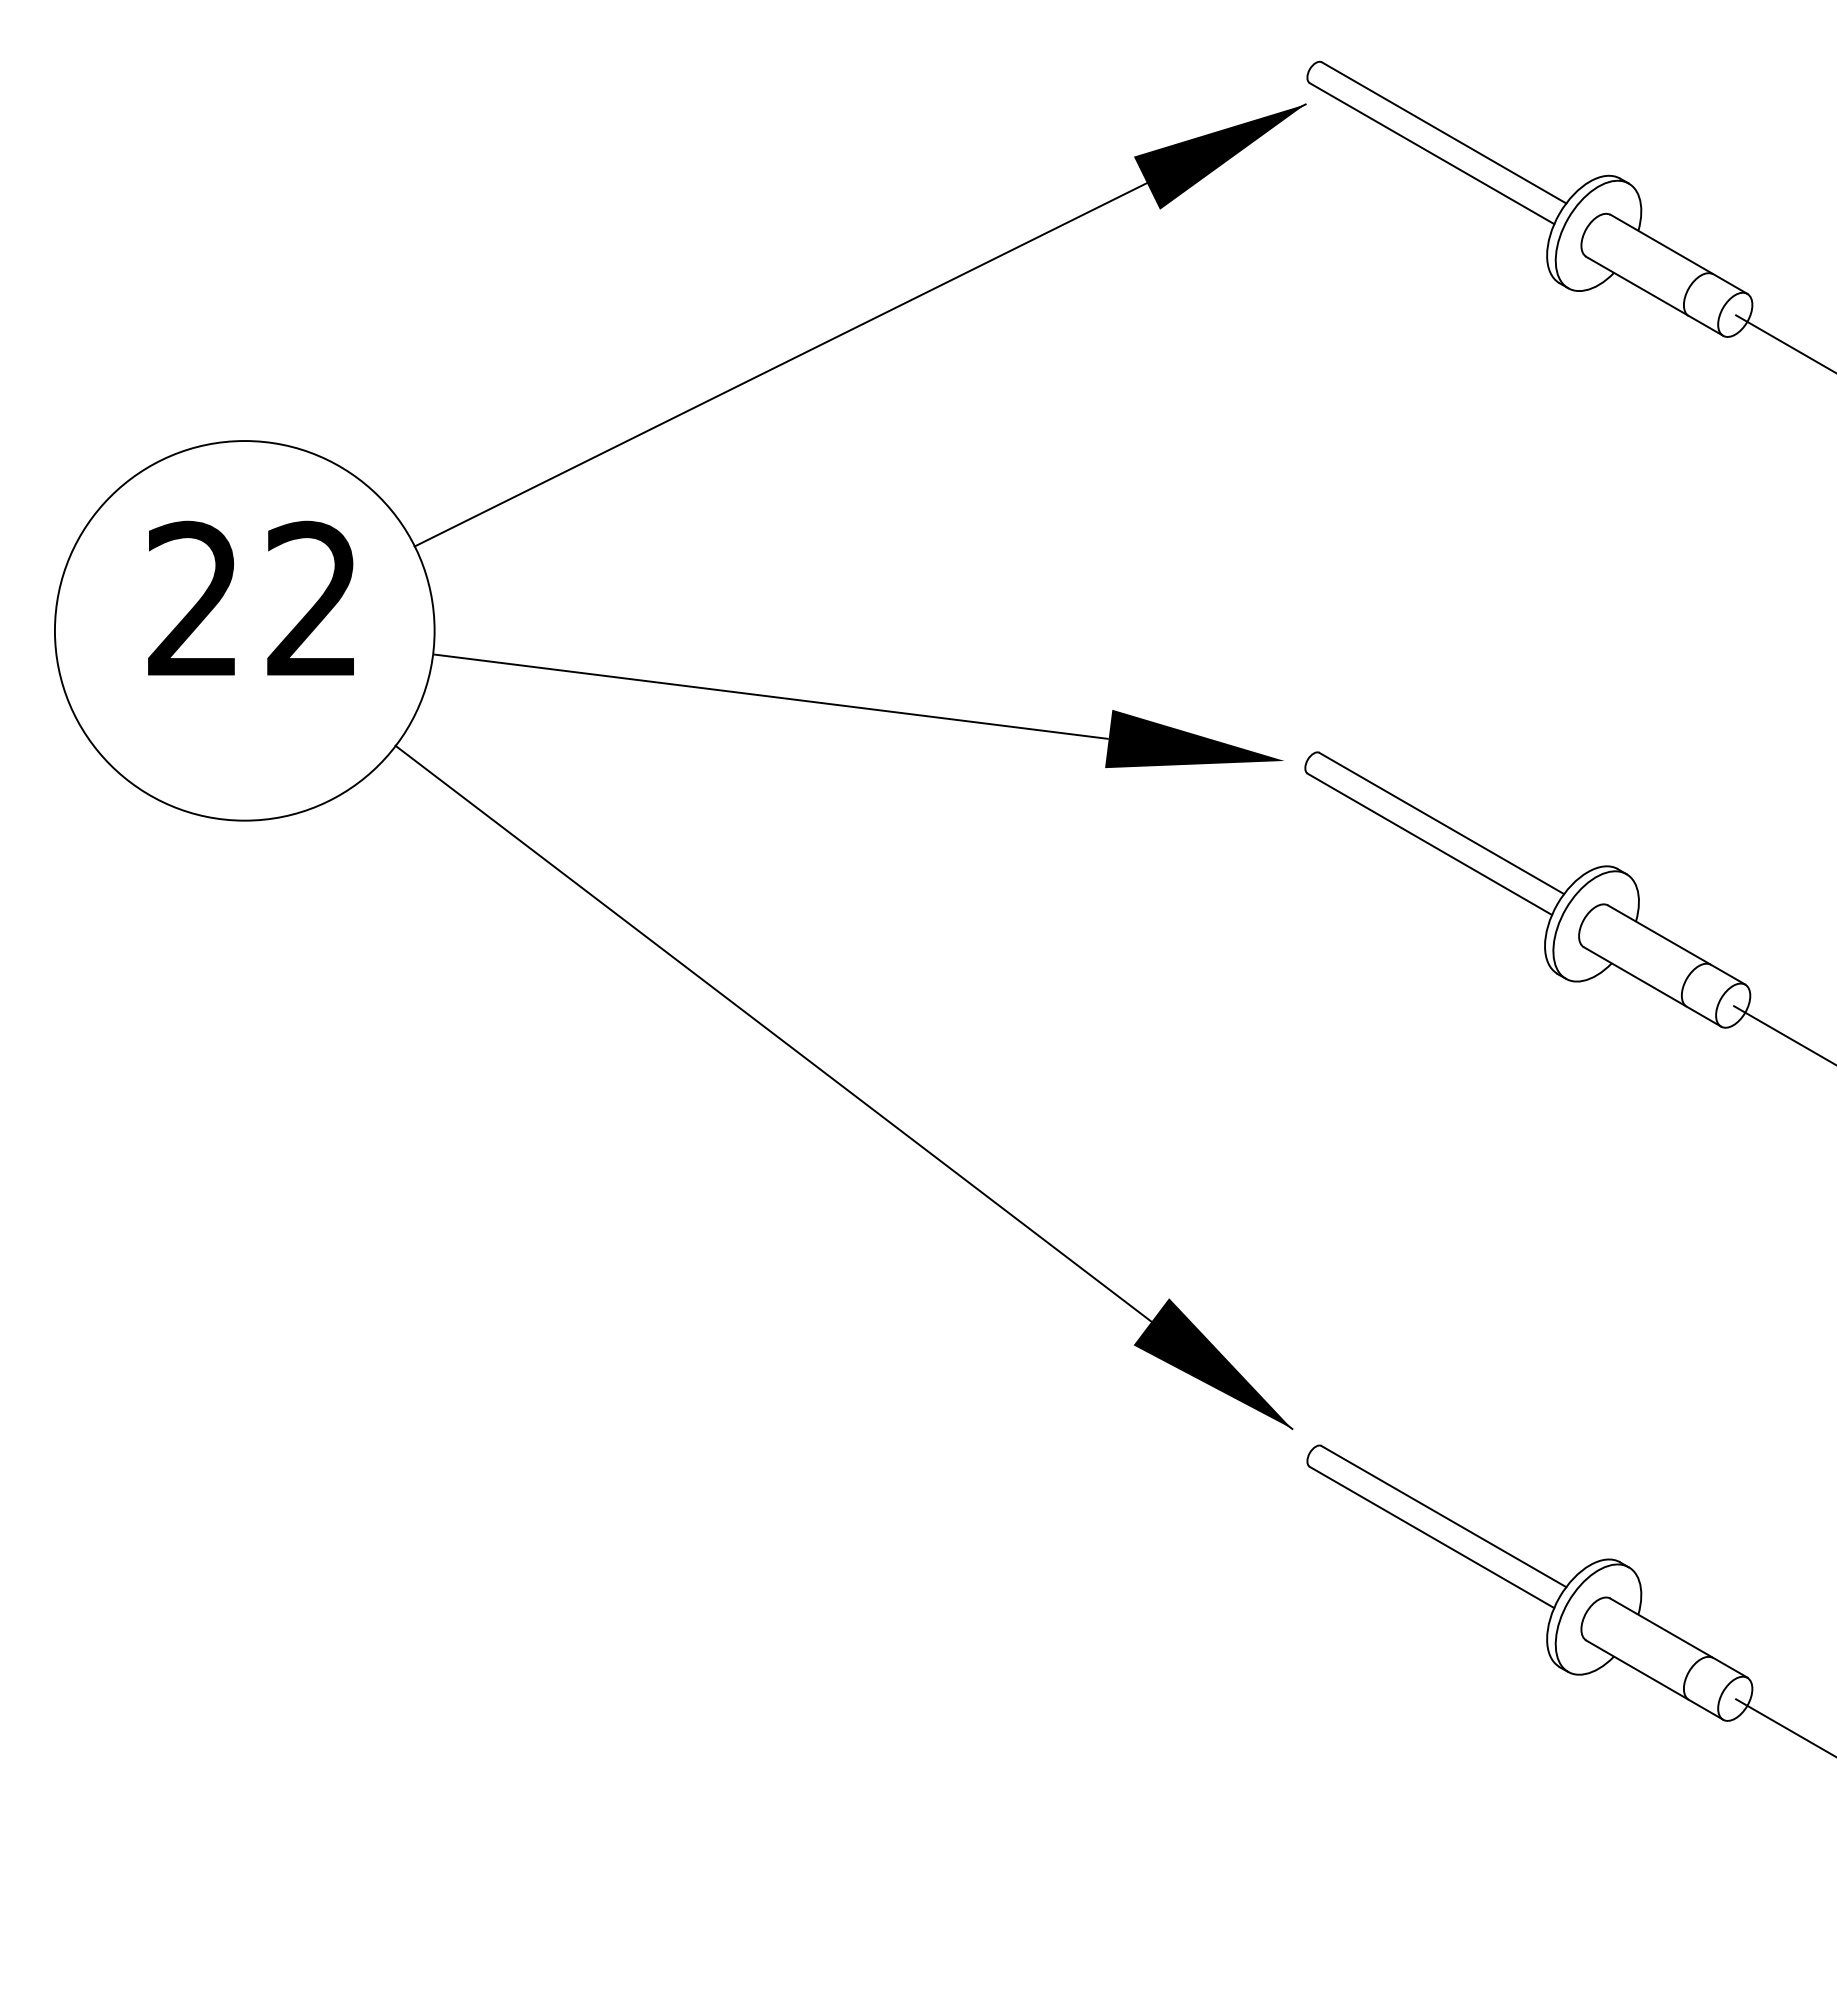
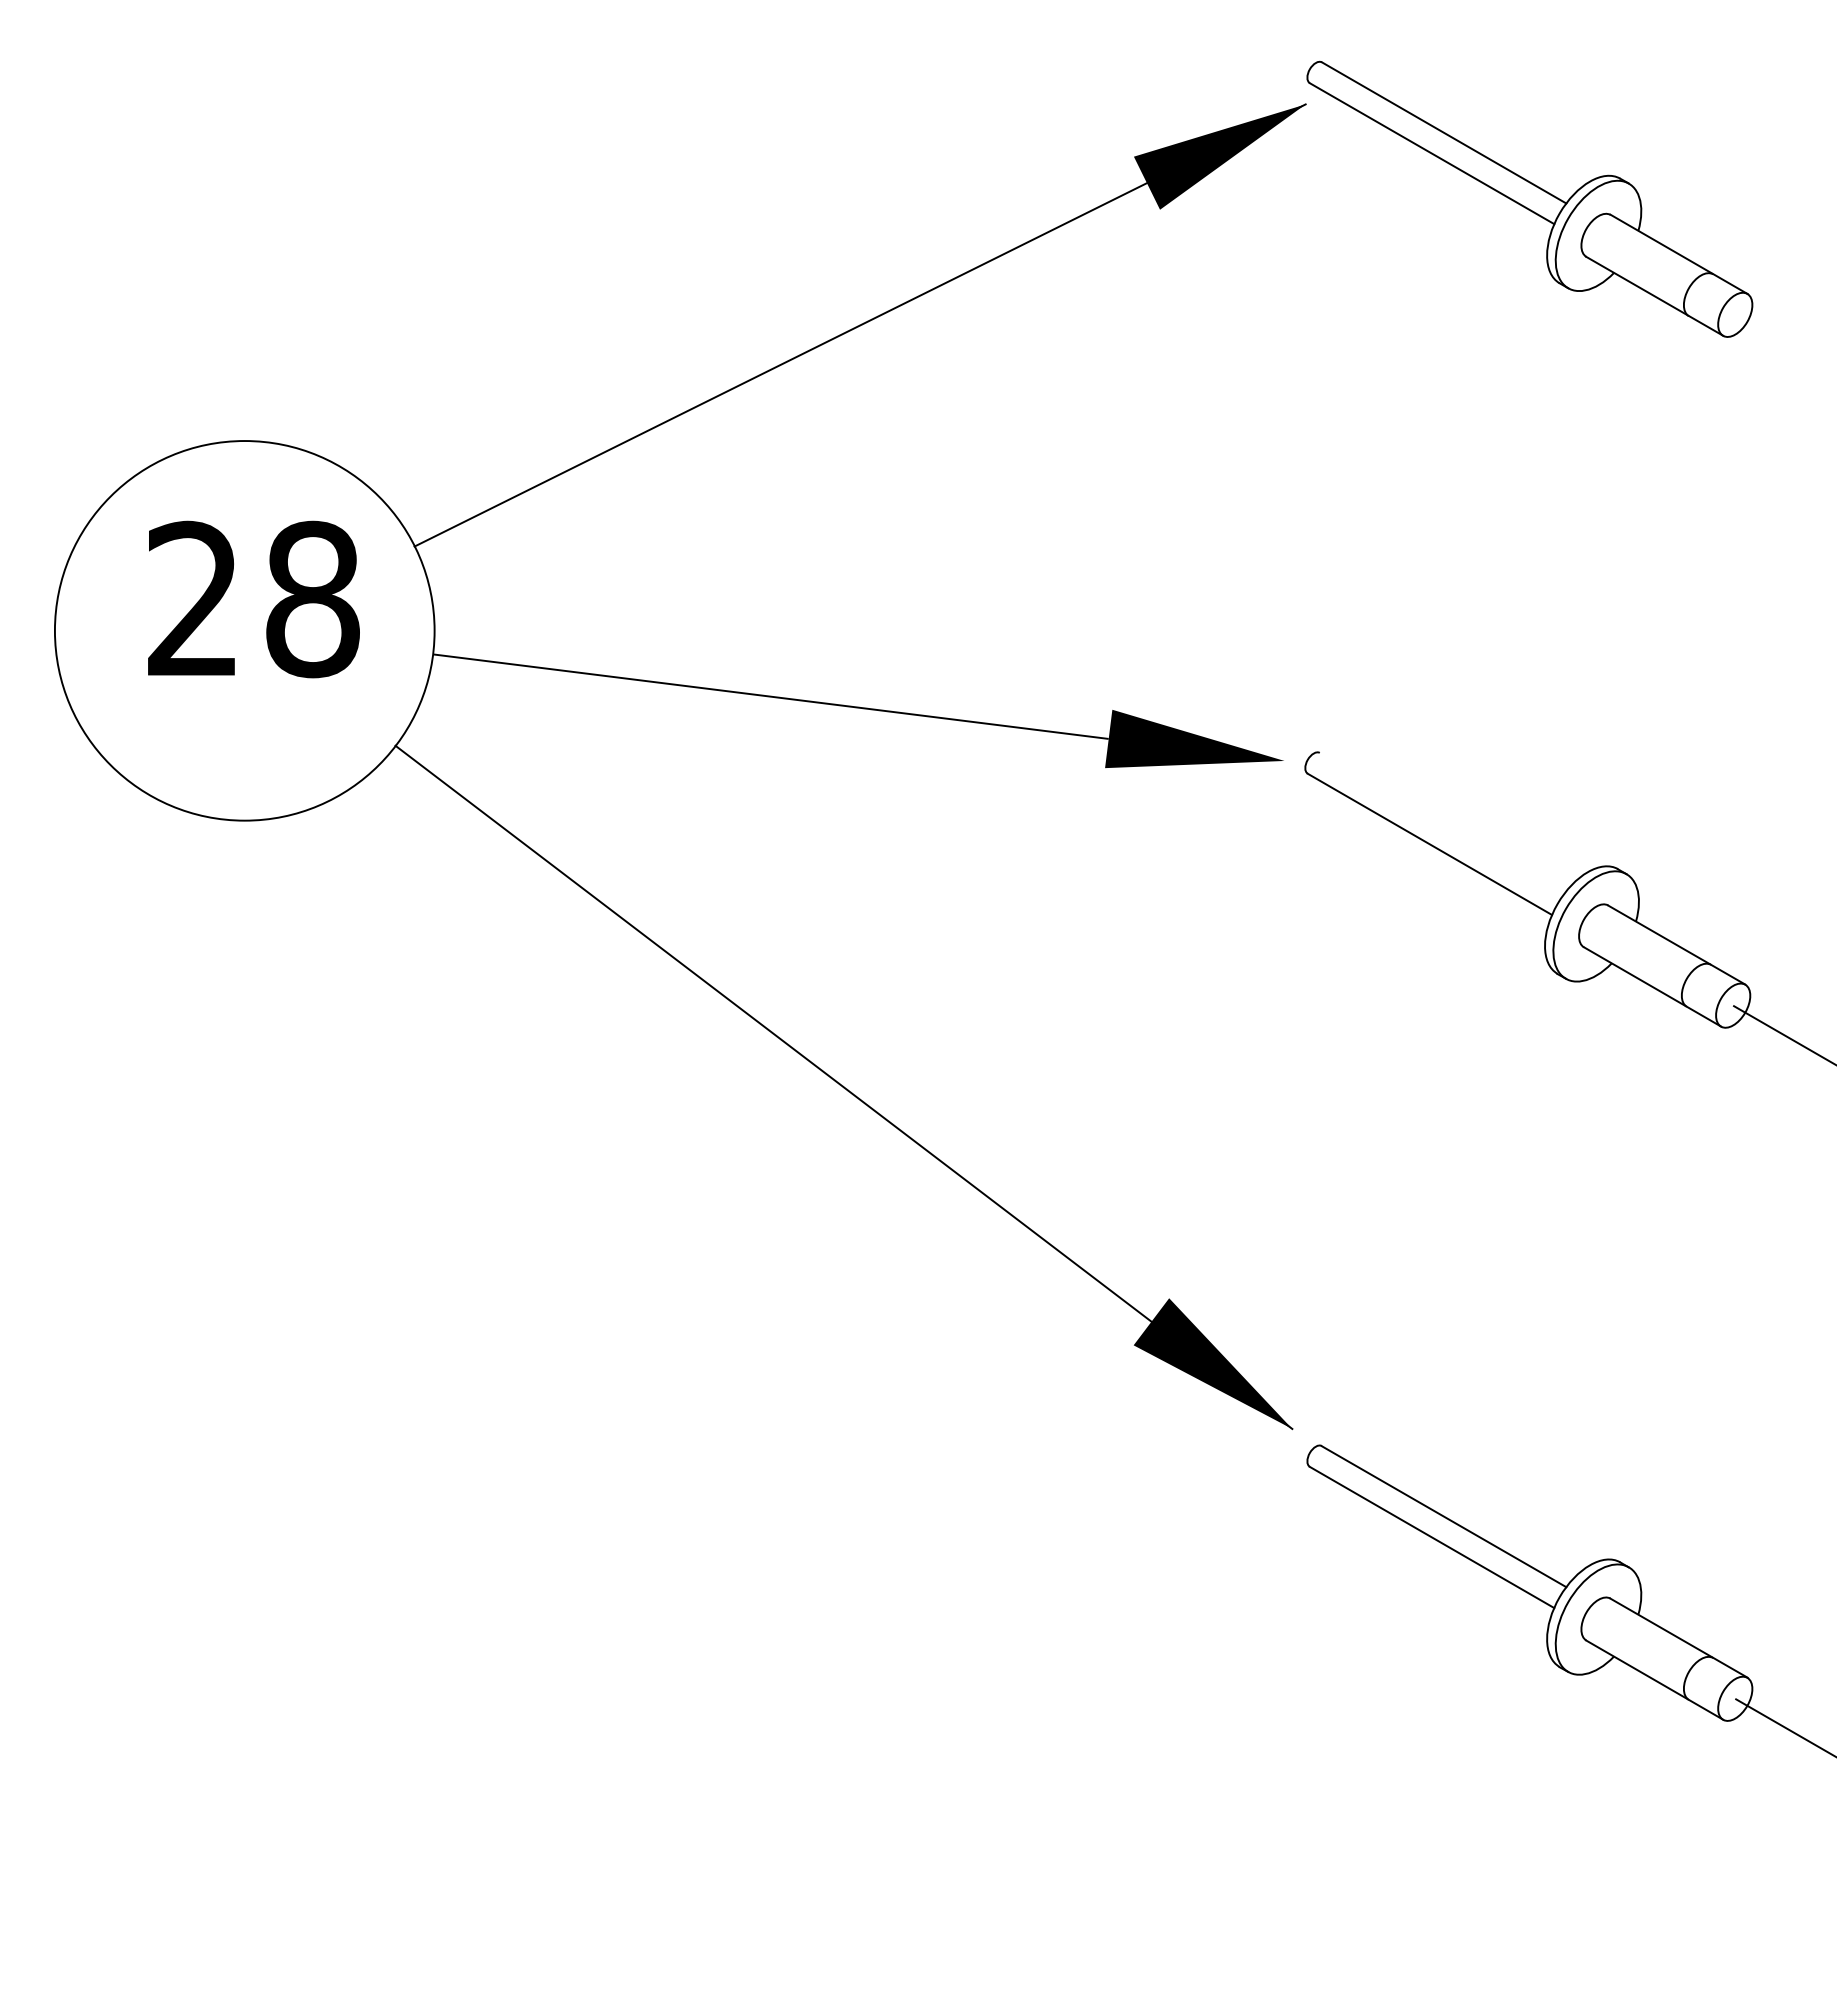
line at (1784, 342): present -> none
text at (312, 599): 22 -> 28
line at (1441, 823): present -> none
